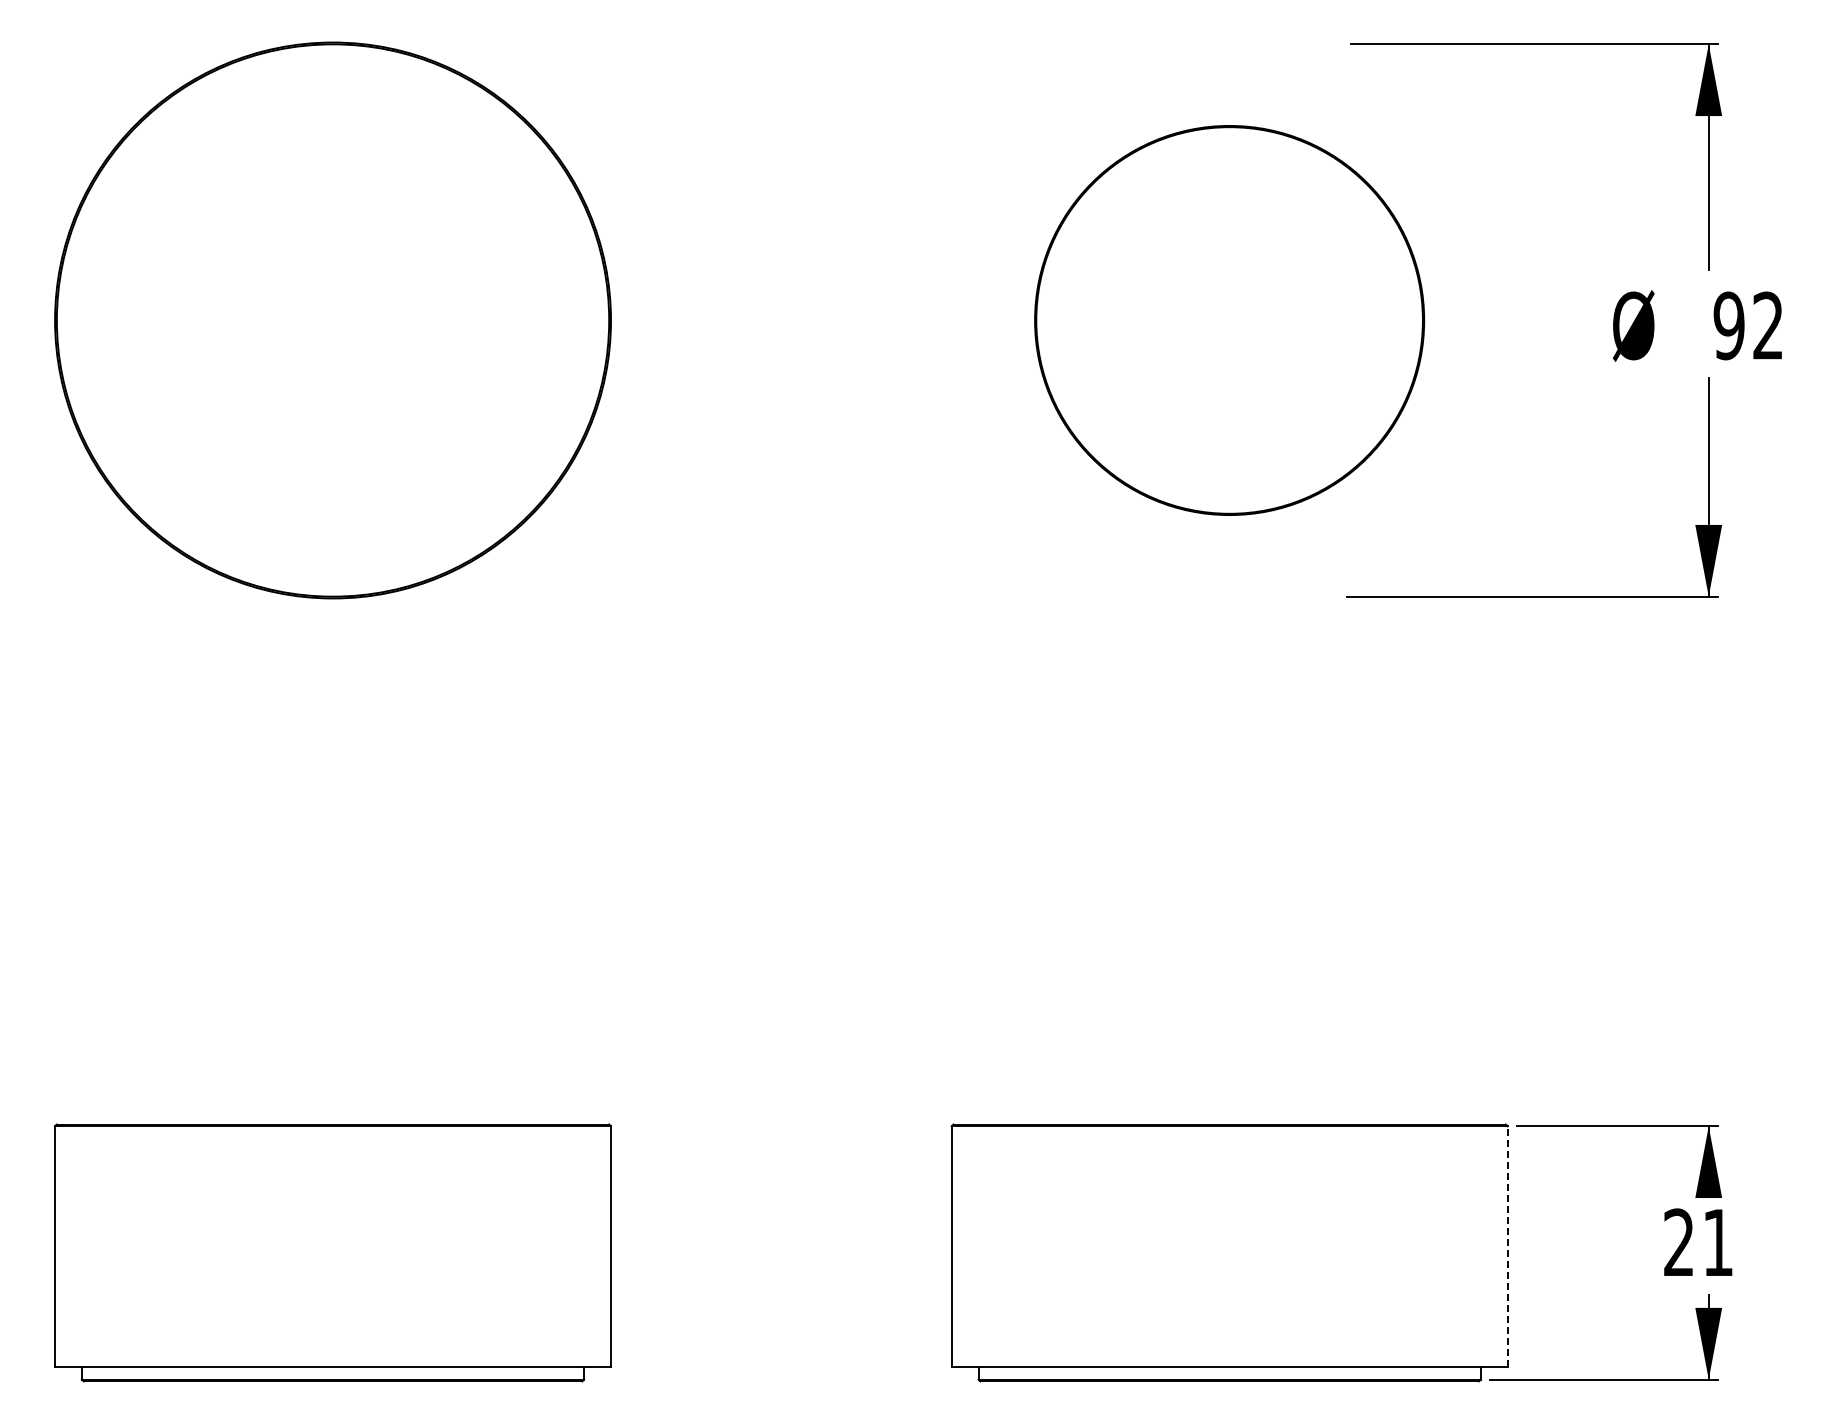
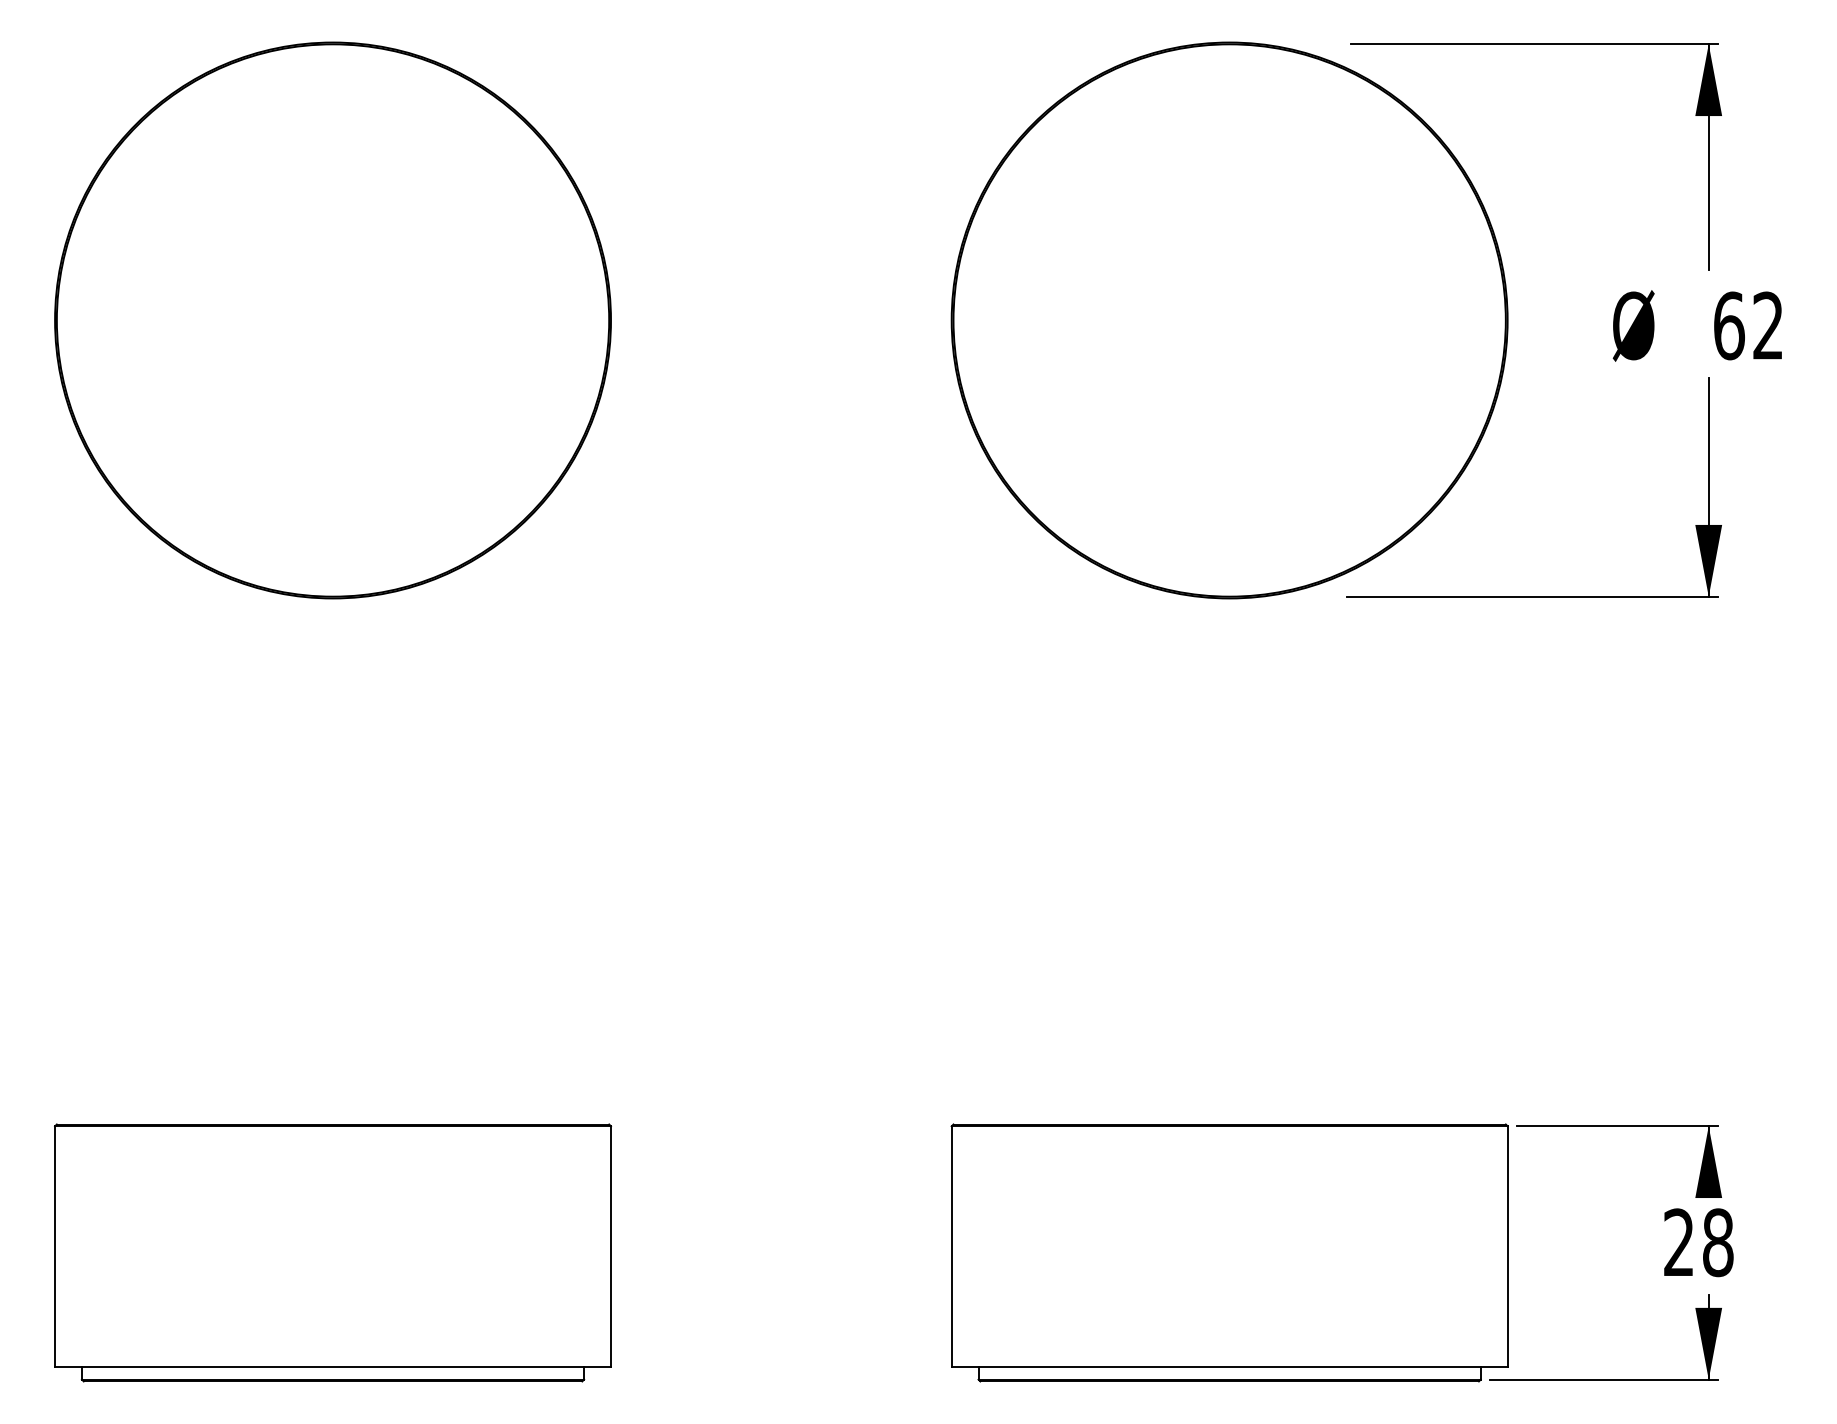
part at (1229, 320) size: 392x391 px -> 559x559 px
text at (1728, 325): 92 -> 62
text at (1718, 1242): 21 -> 28
line at (1507, 1245): dashed -> solid
